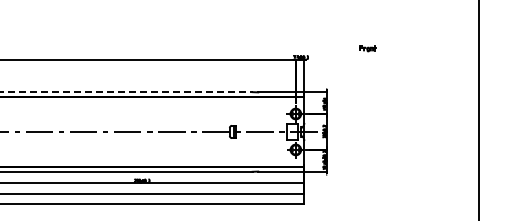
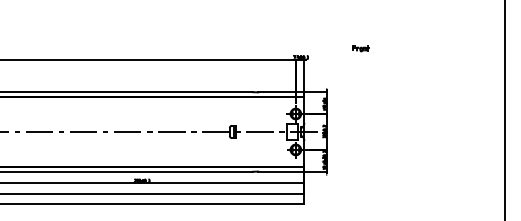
part at (367, 48) position: (367, 48) -> (360, 48)
line at (126, 92): dashed -> solid
line at (479, 109) position: (479, 109) -> (505, 109)
